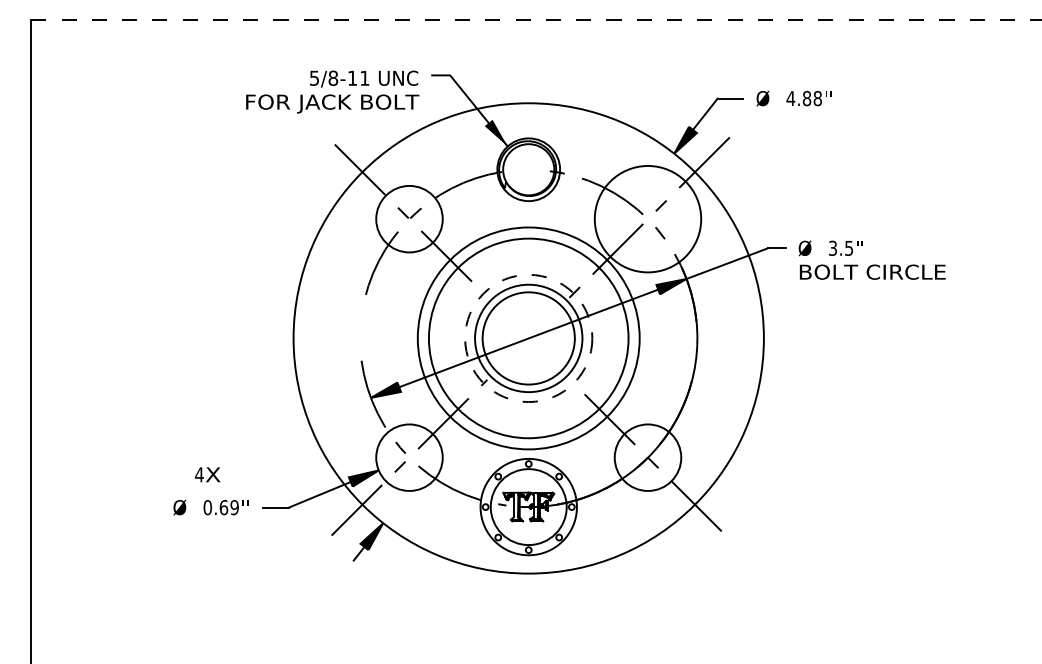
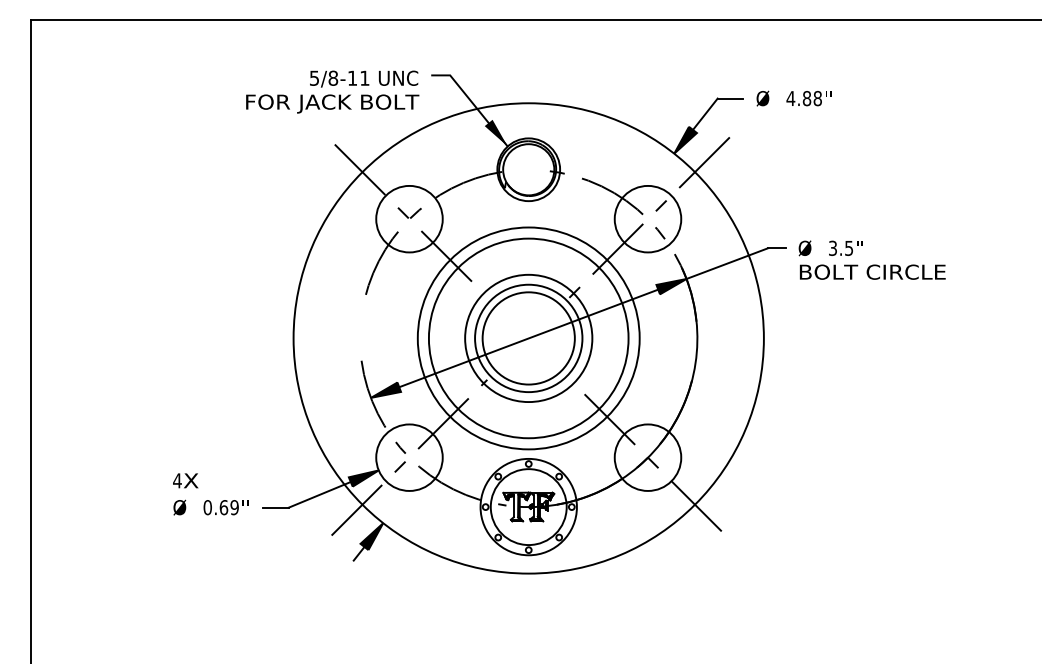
line at (537, 19): dashed -> solid
circle at (647, 218) diameter: 106 px -> 67 px
circle at (528, 338): dashed -> solid
text at (207, 474) position: (207, 474) -> (185, 480)
